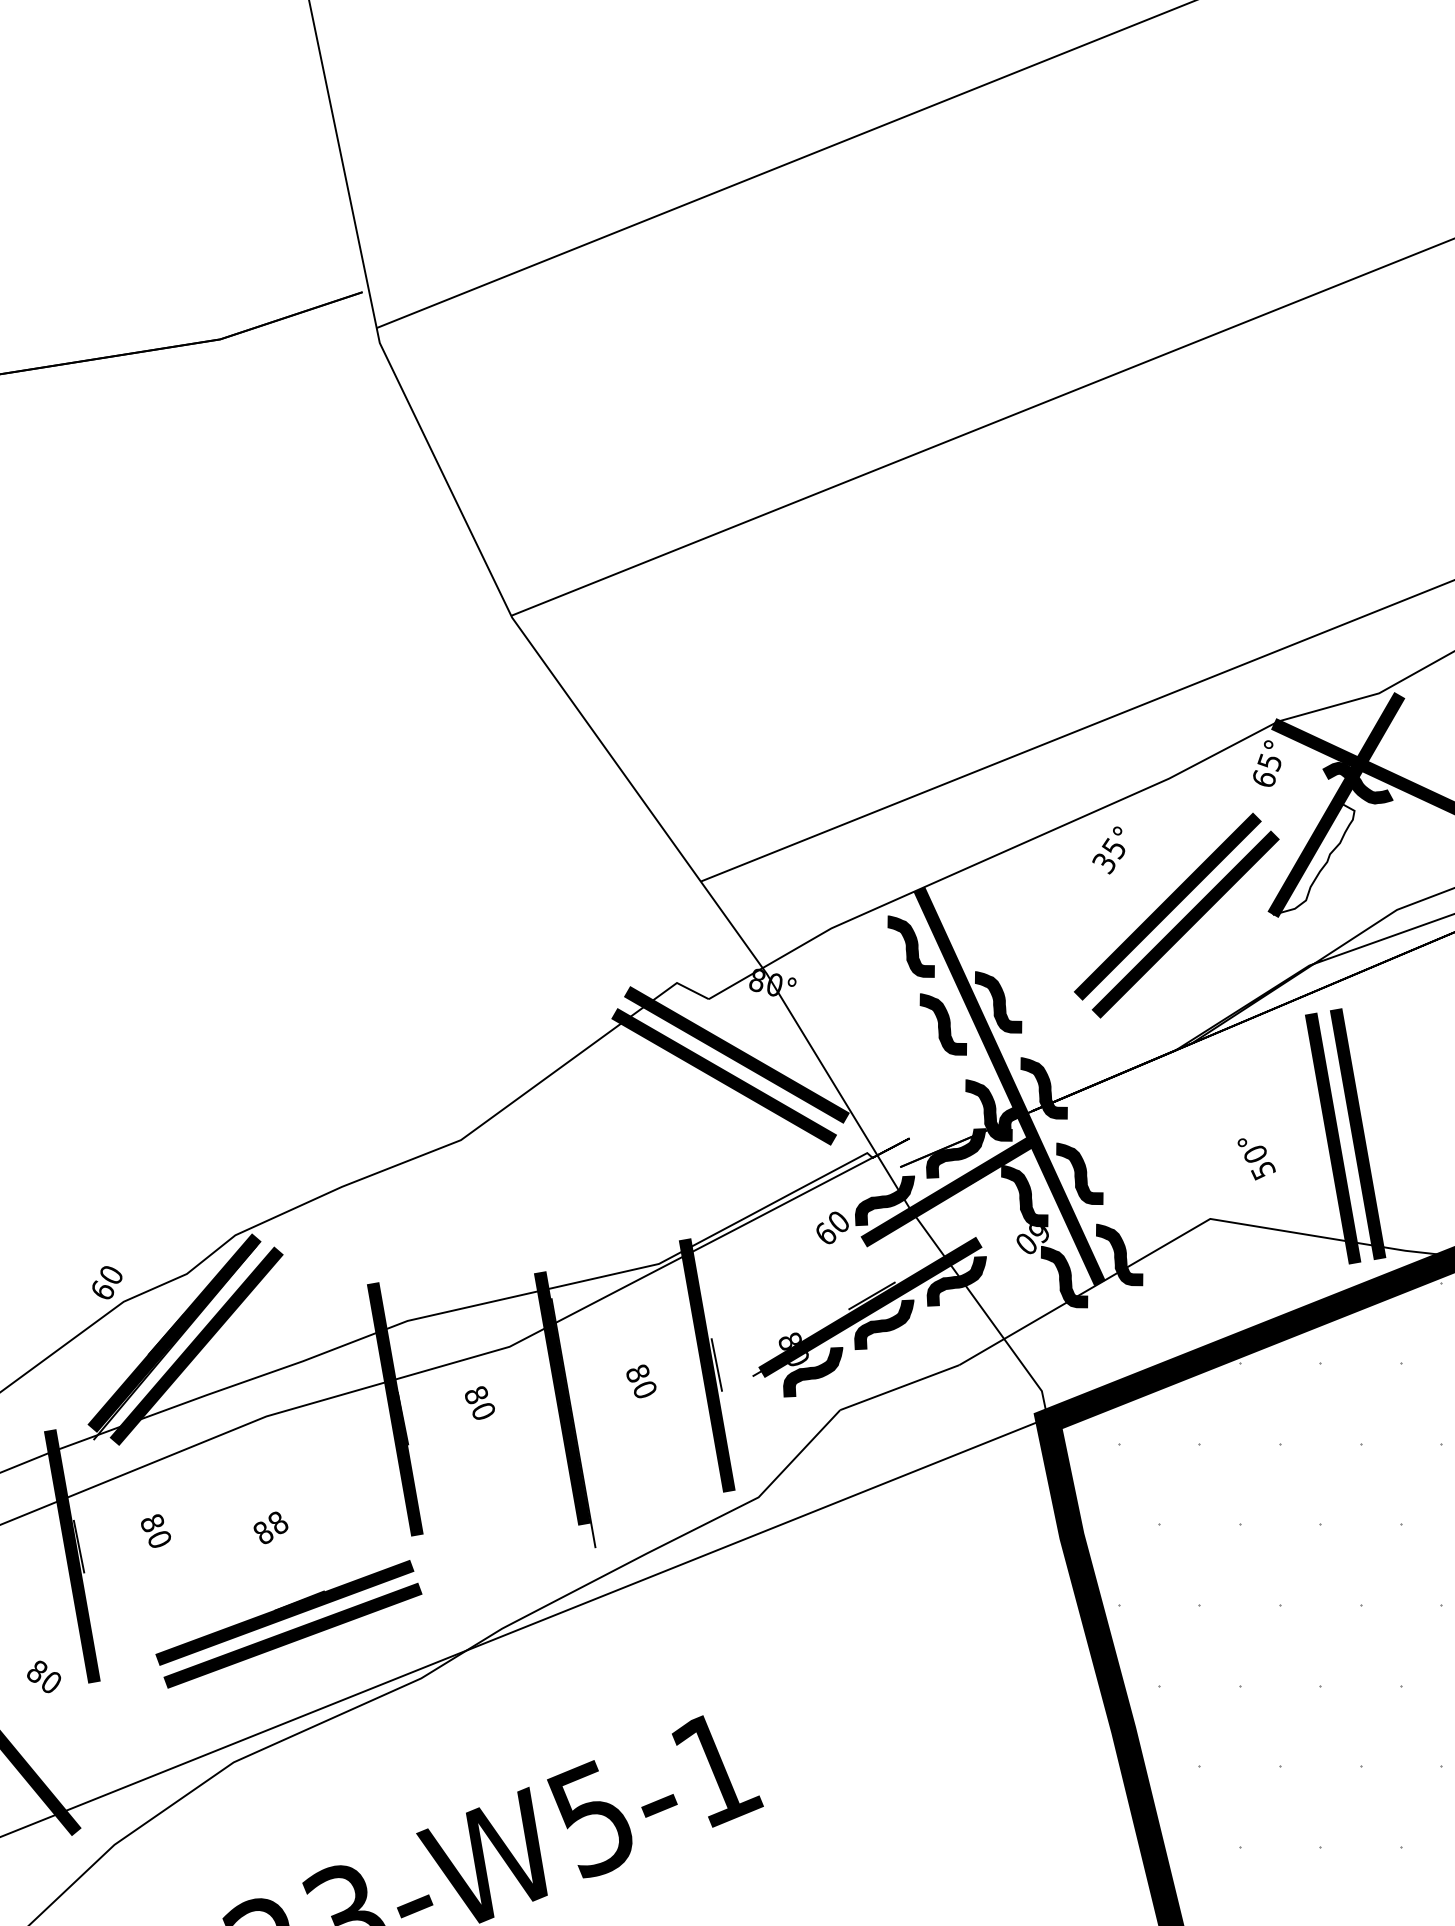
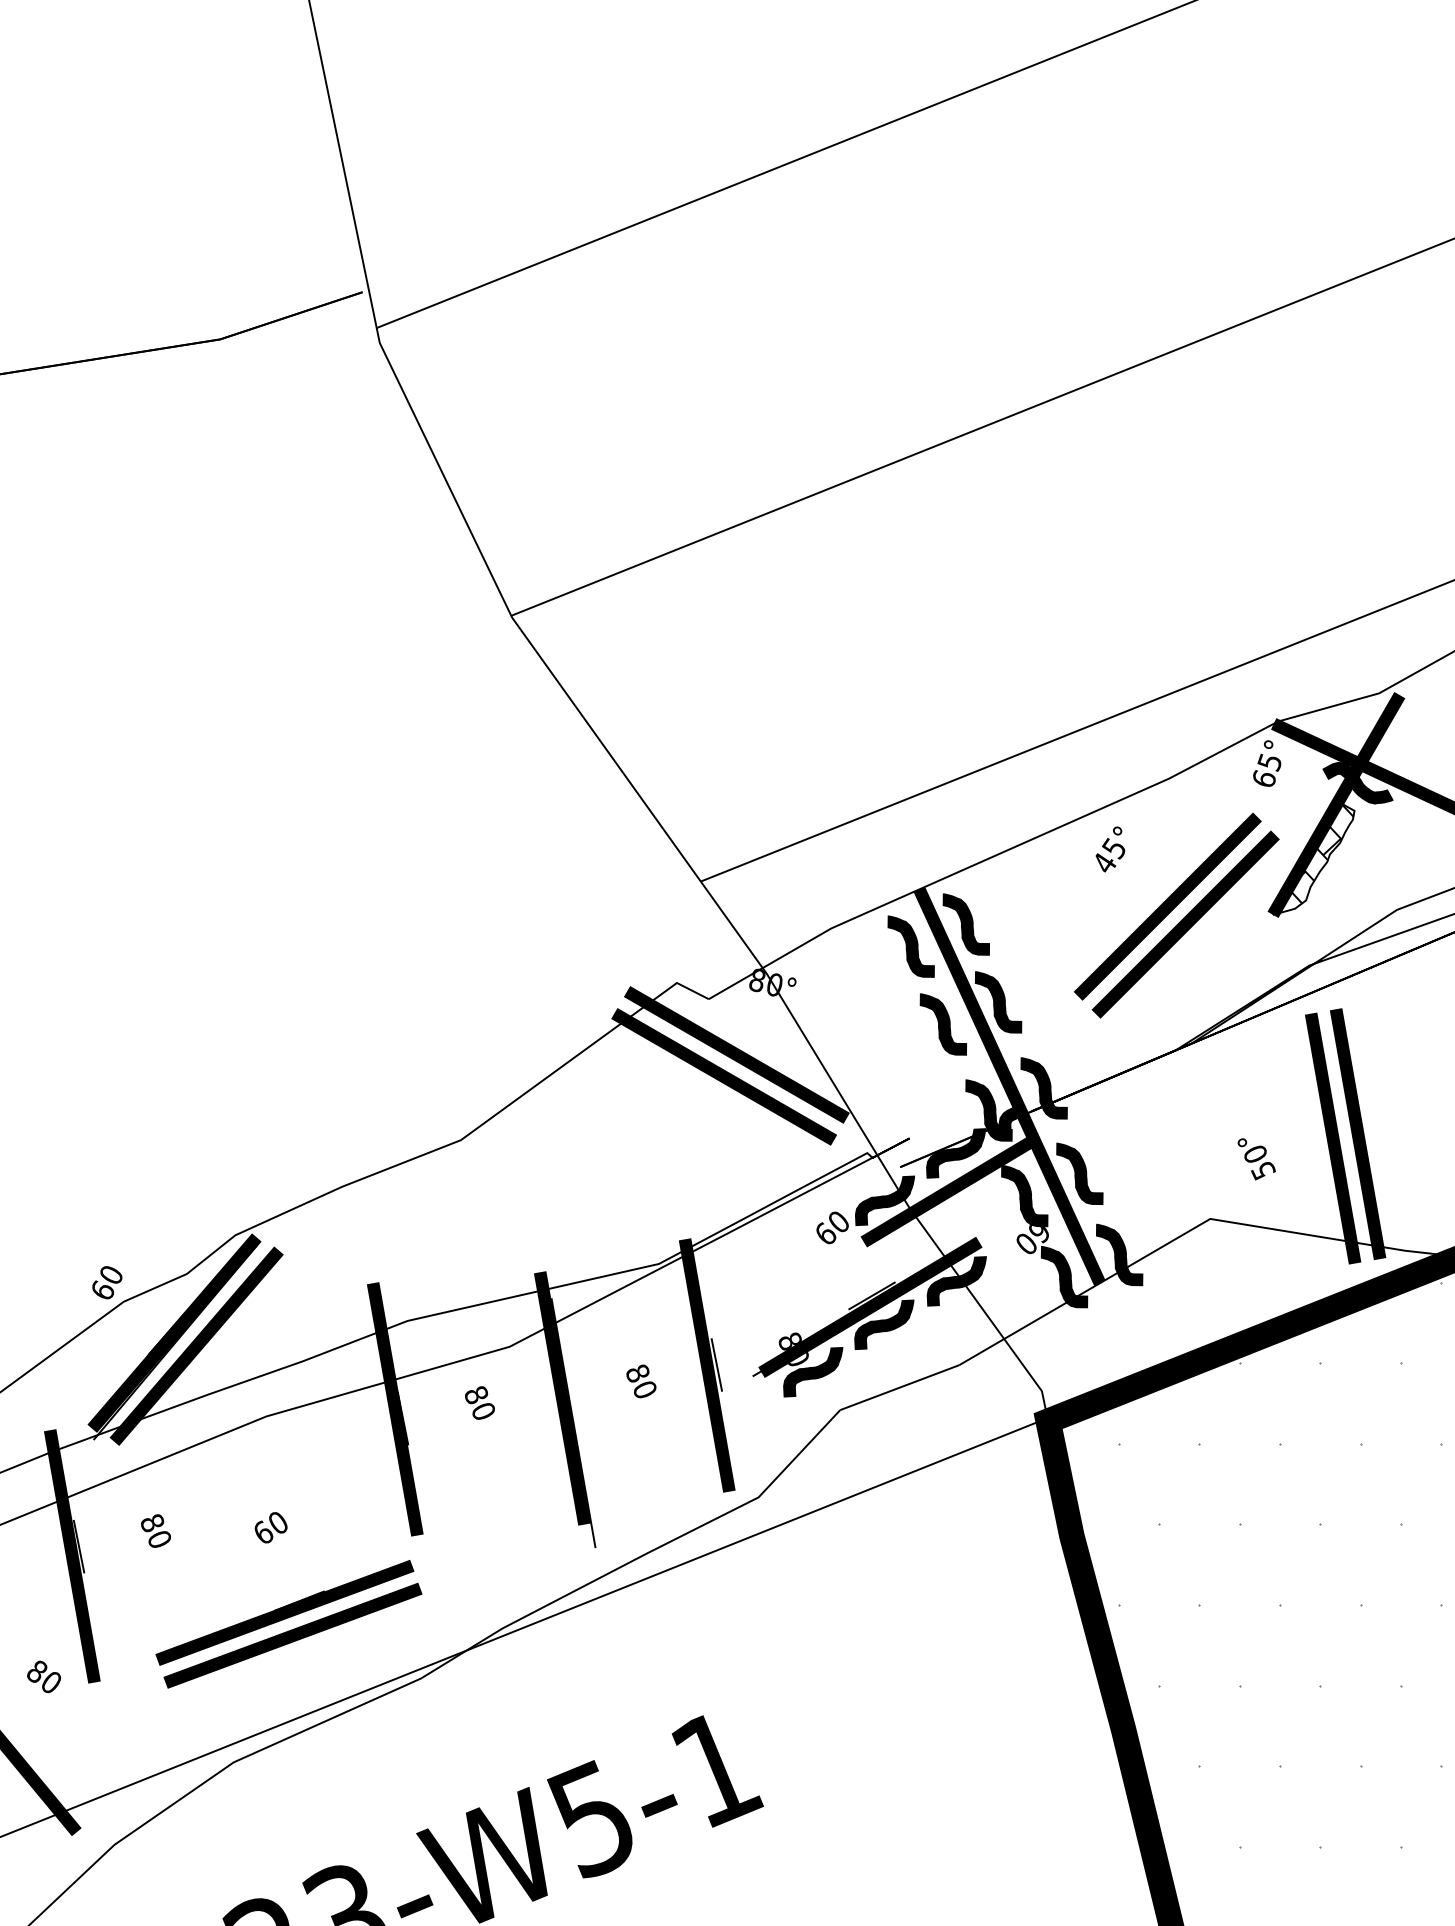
hatch at (1314, 858): none -> present
text at (1104, 863): 35° -> 45°
curve at (965, 924): none -> present
text at (270, 1527): 88 -> 60
